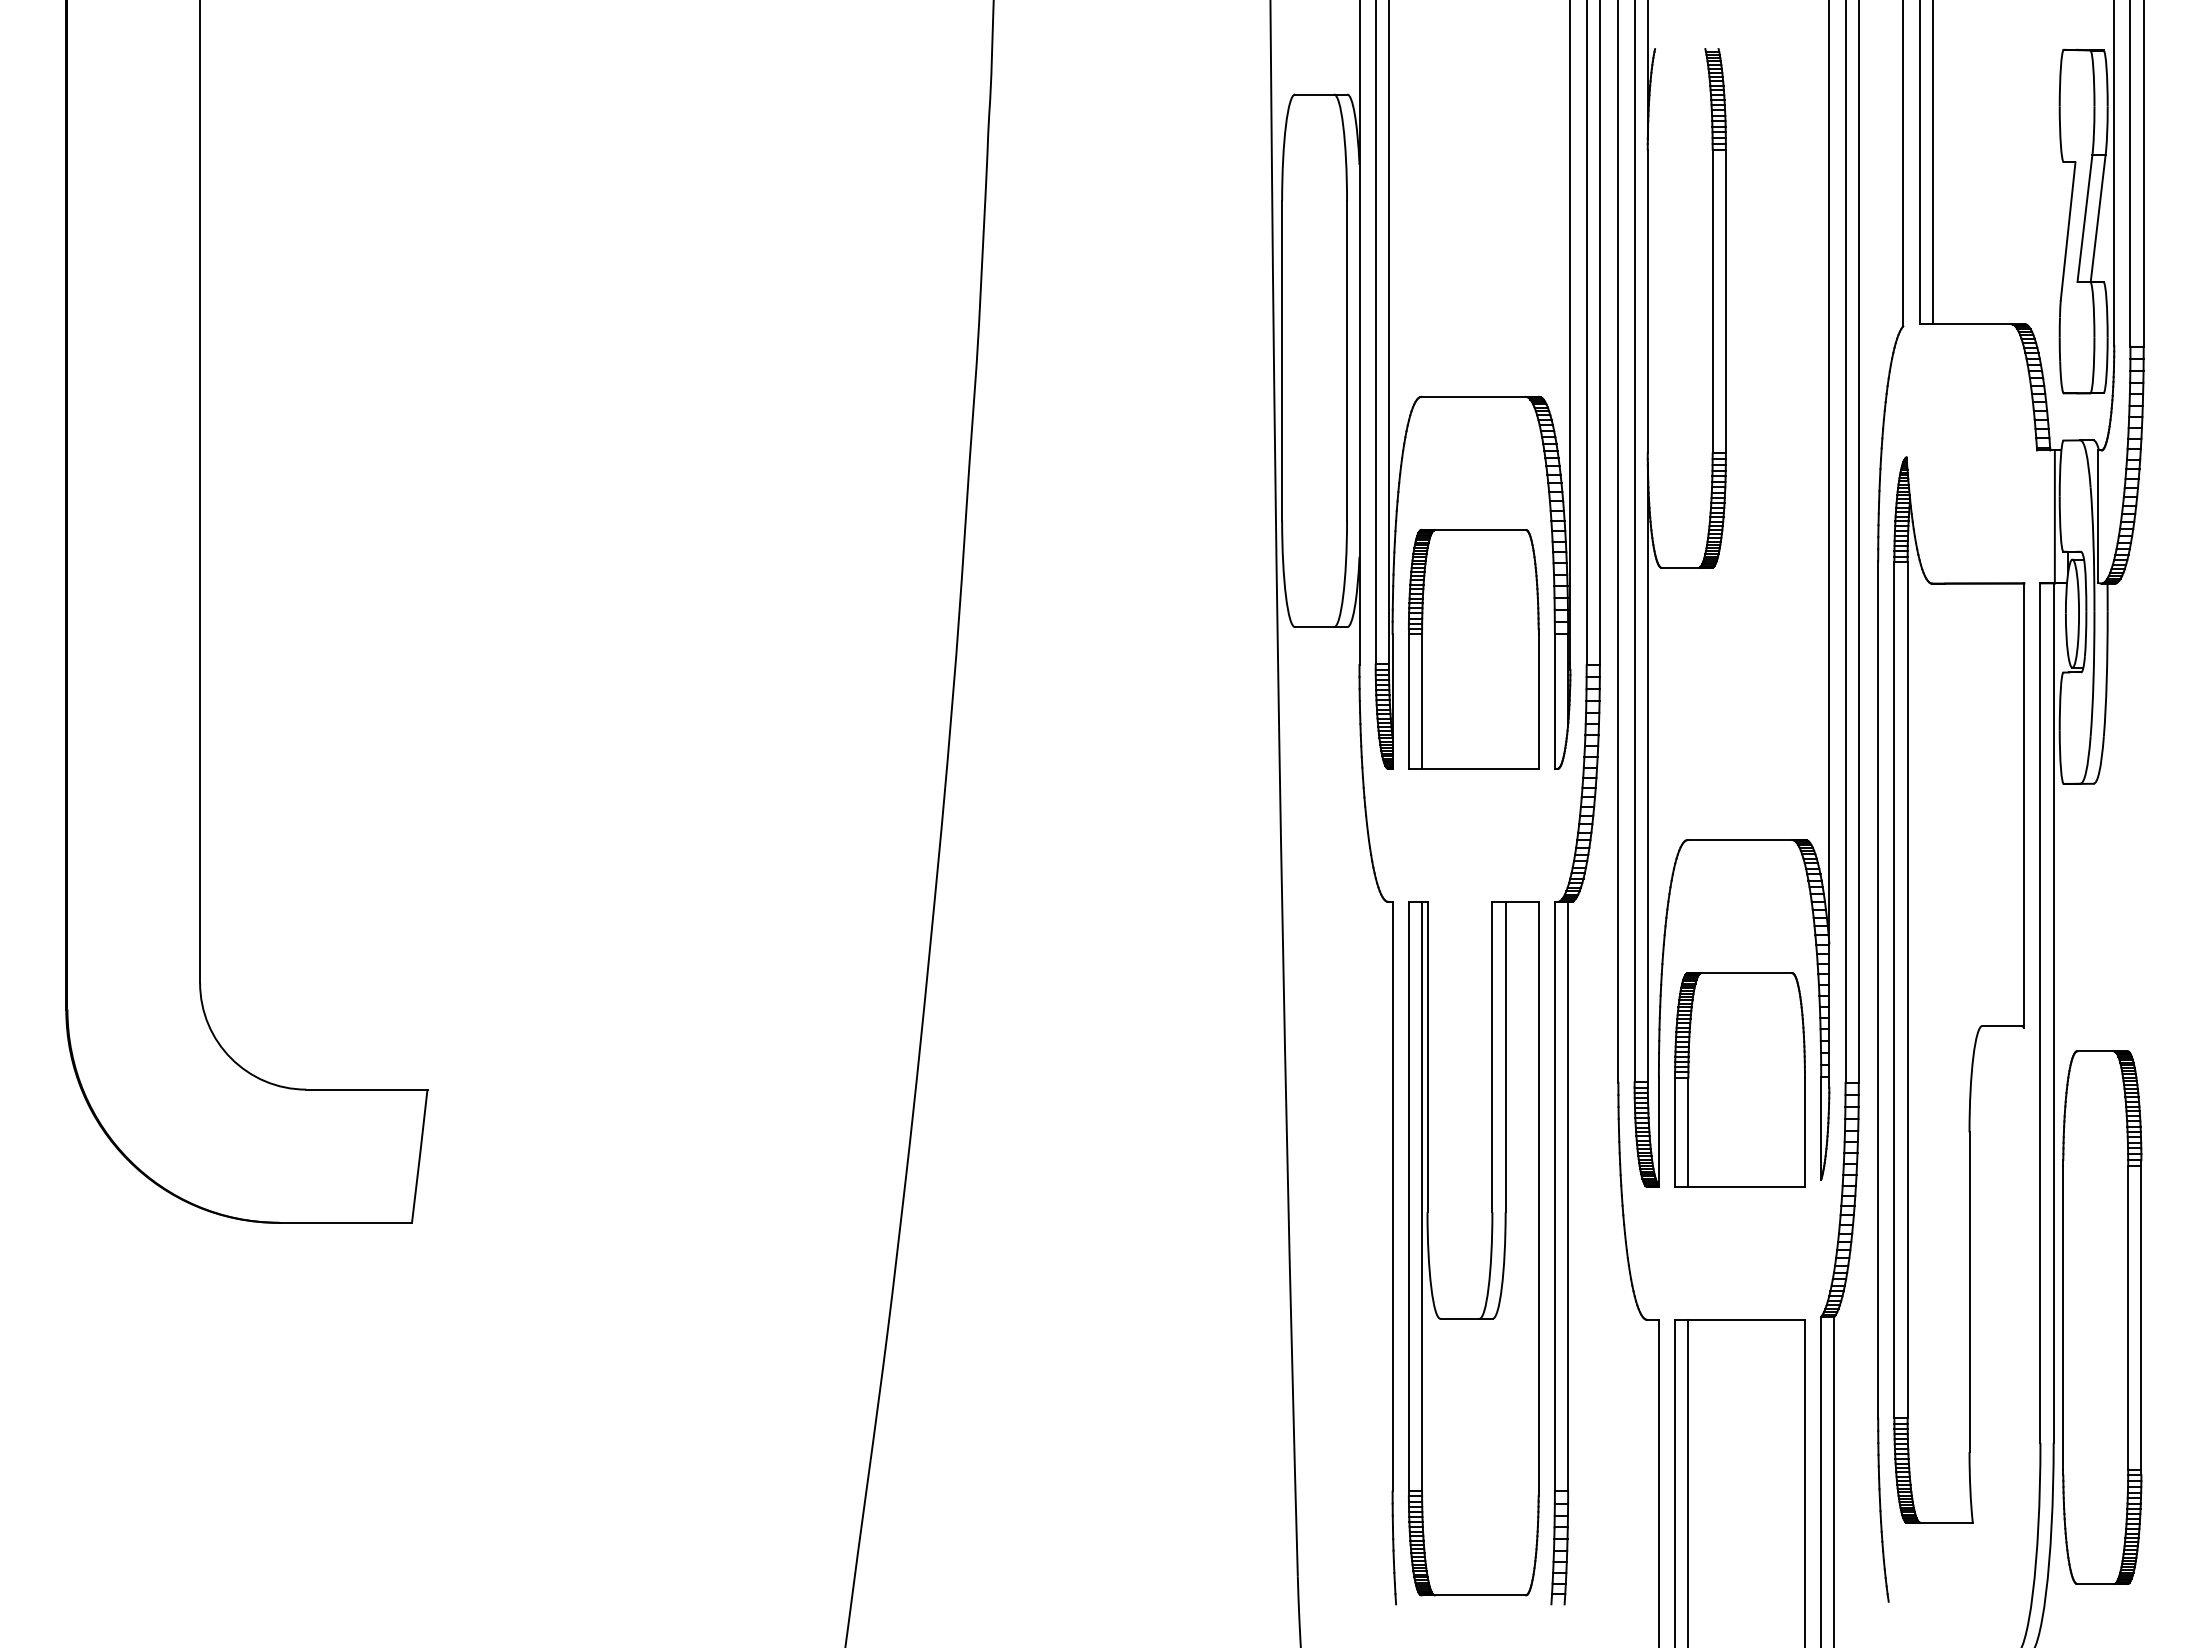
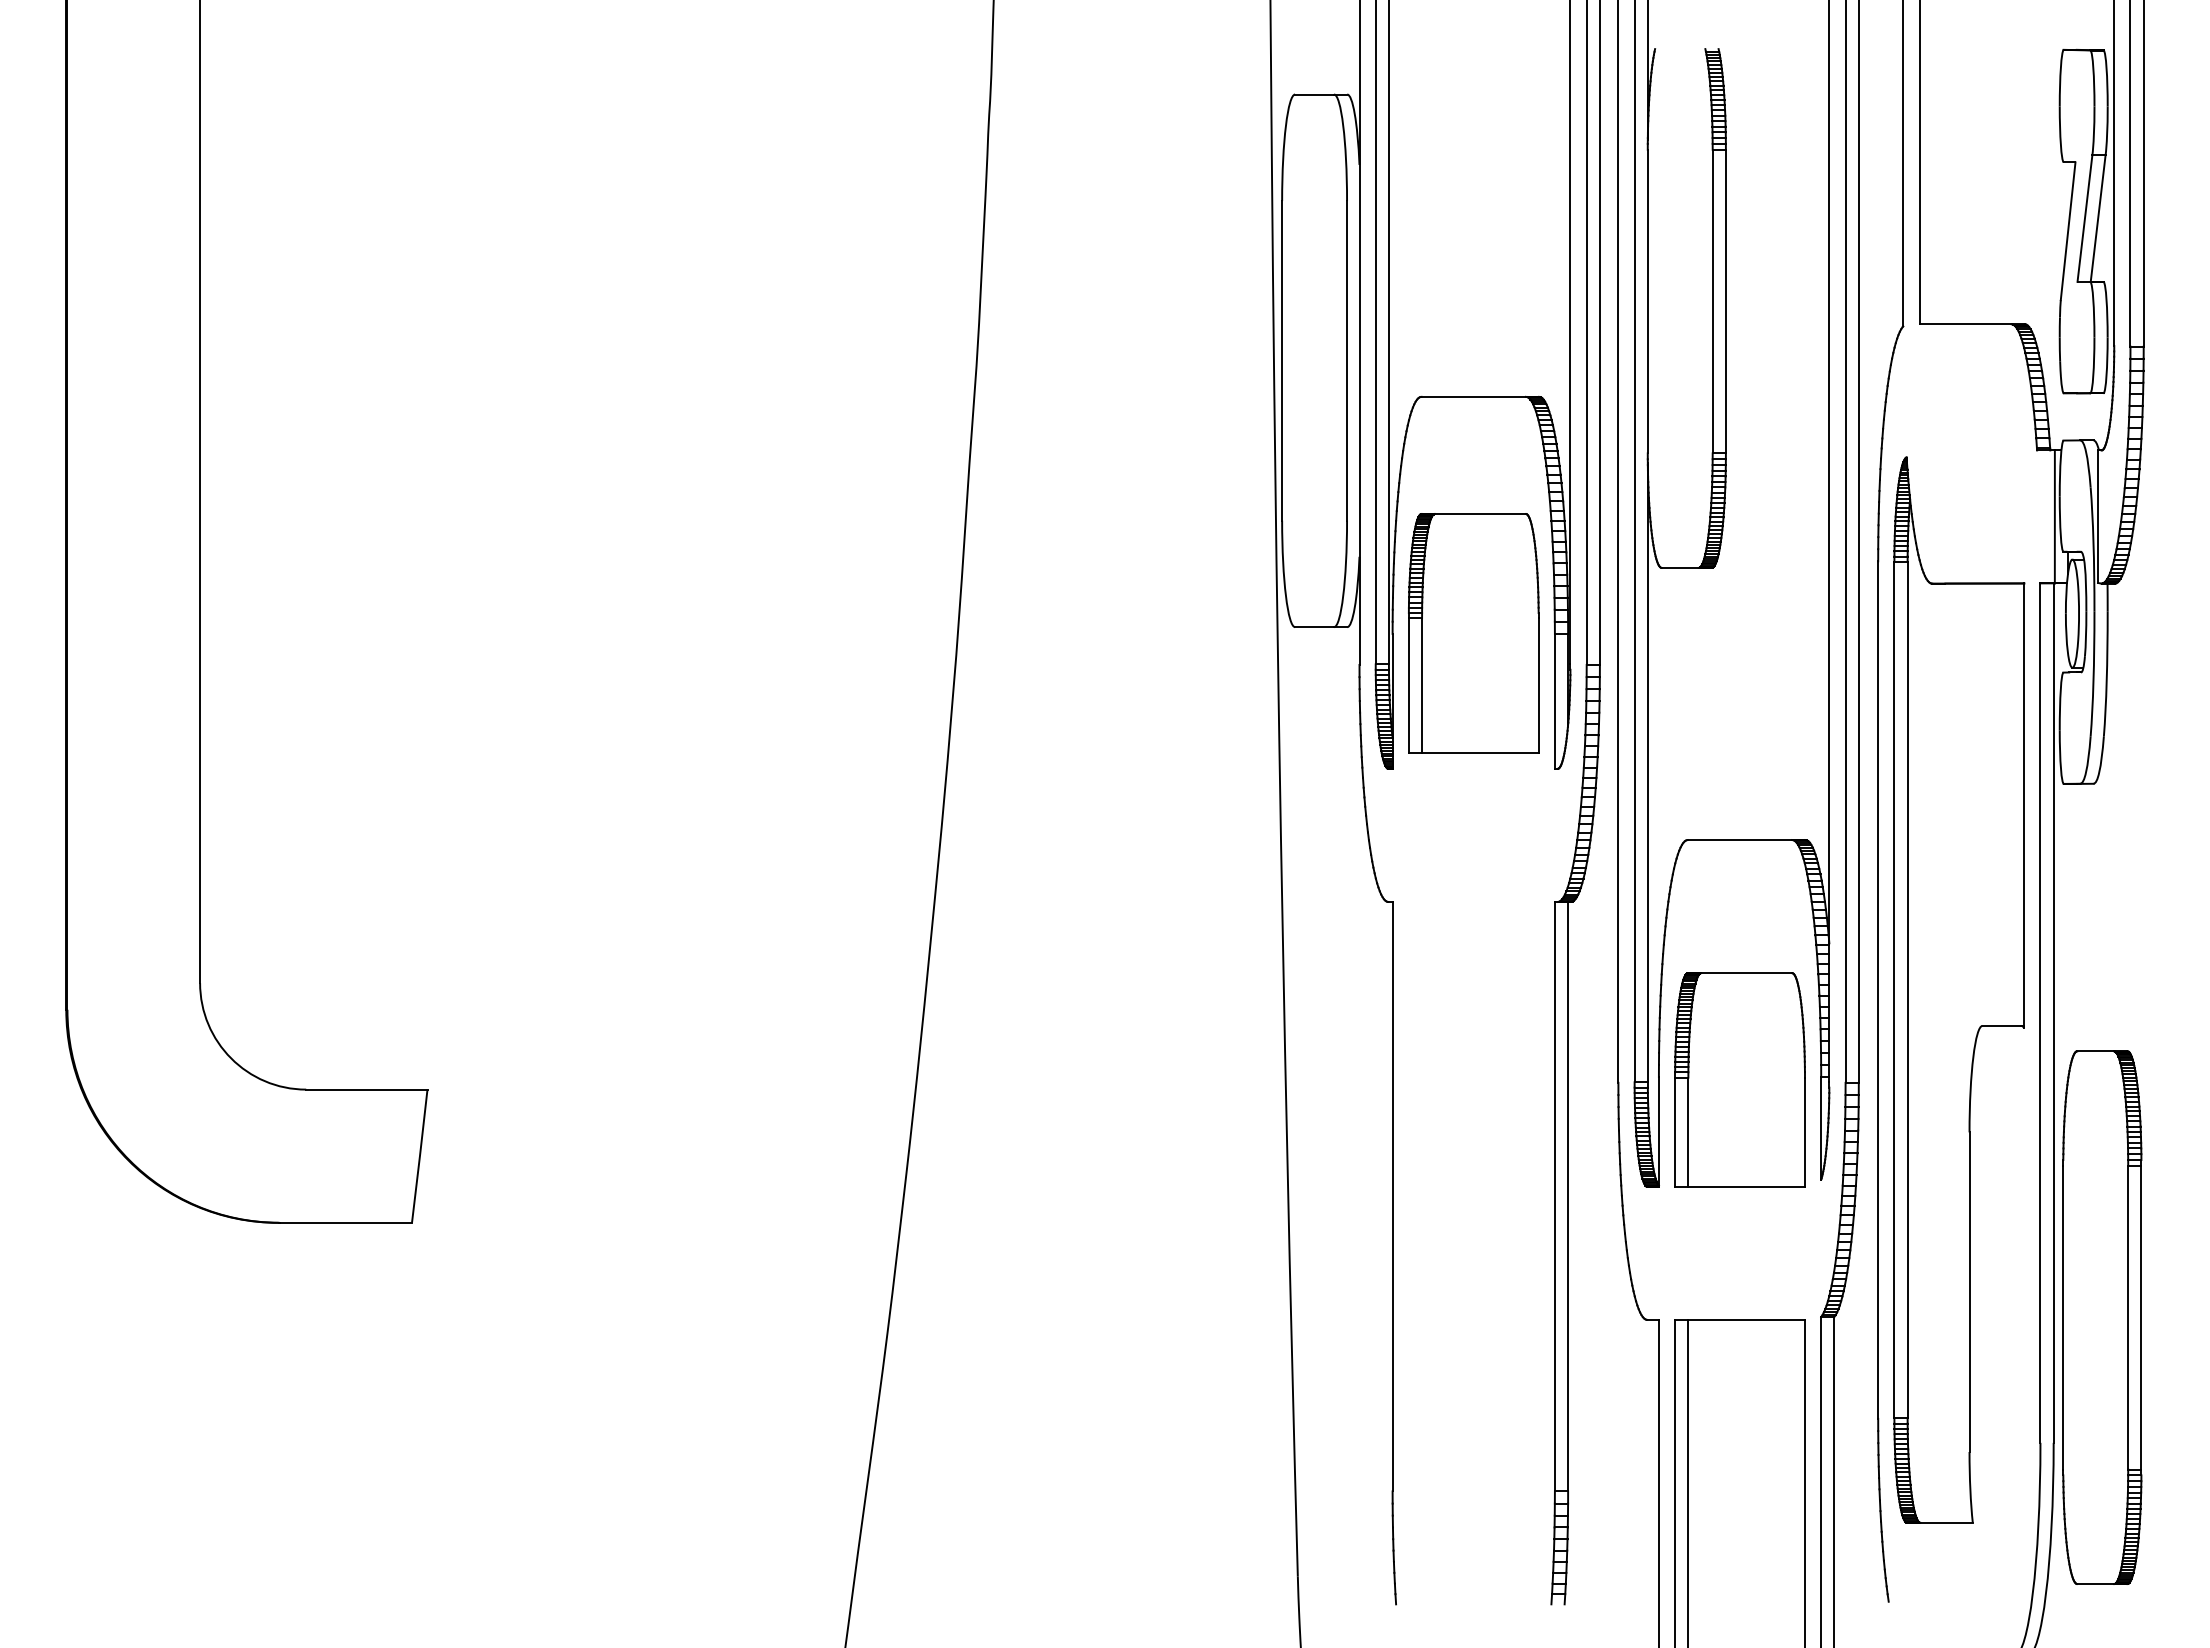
line at (1932, 163): present -> none
part at (1473, 649) position: (1473, 649) -> (1473, 633)
part at (1490, 1248): present -> none
